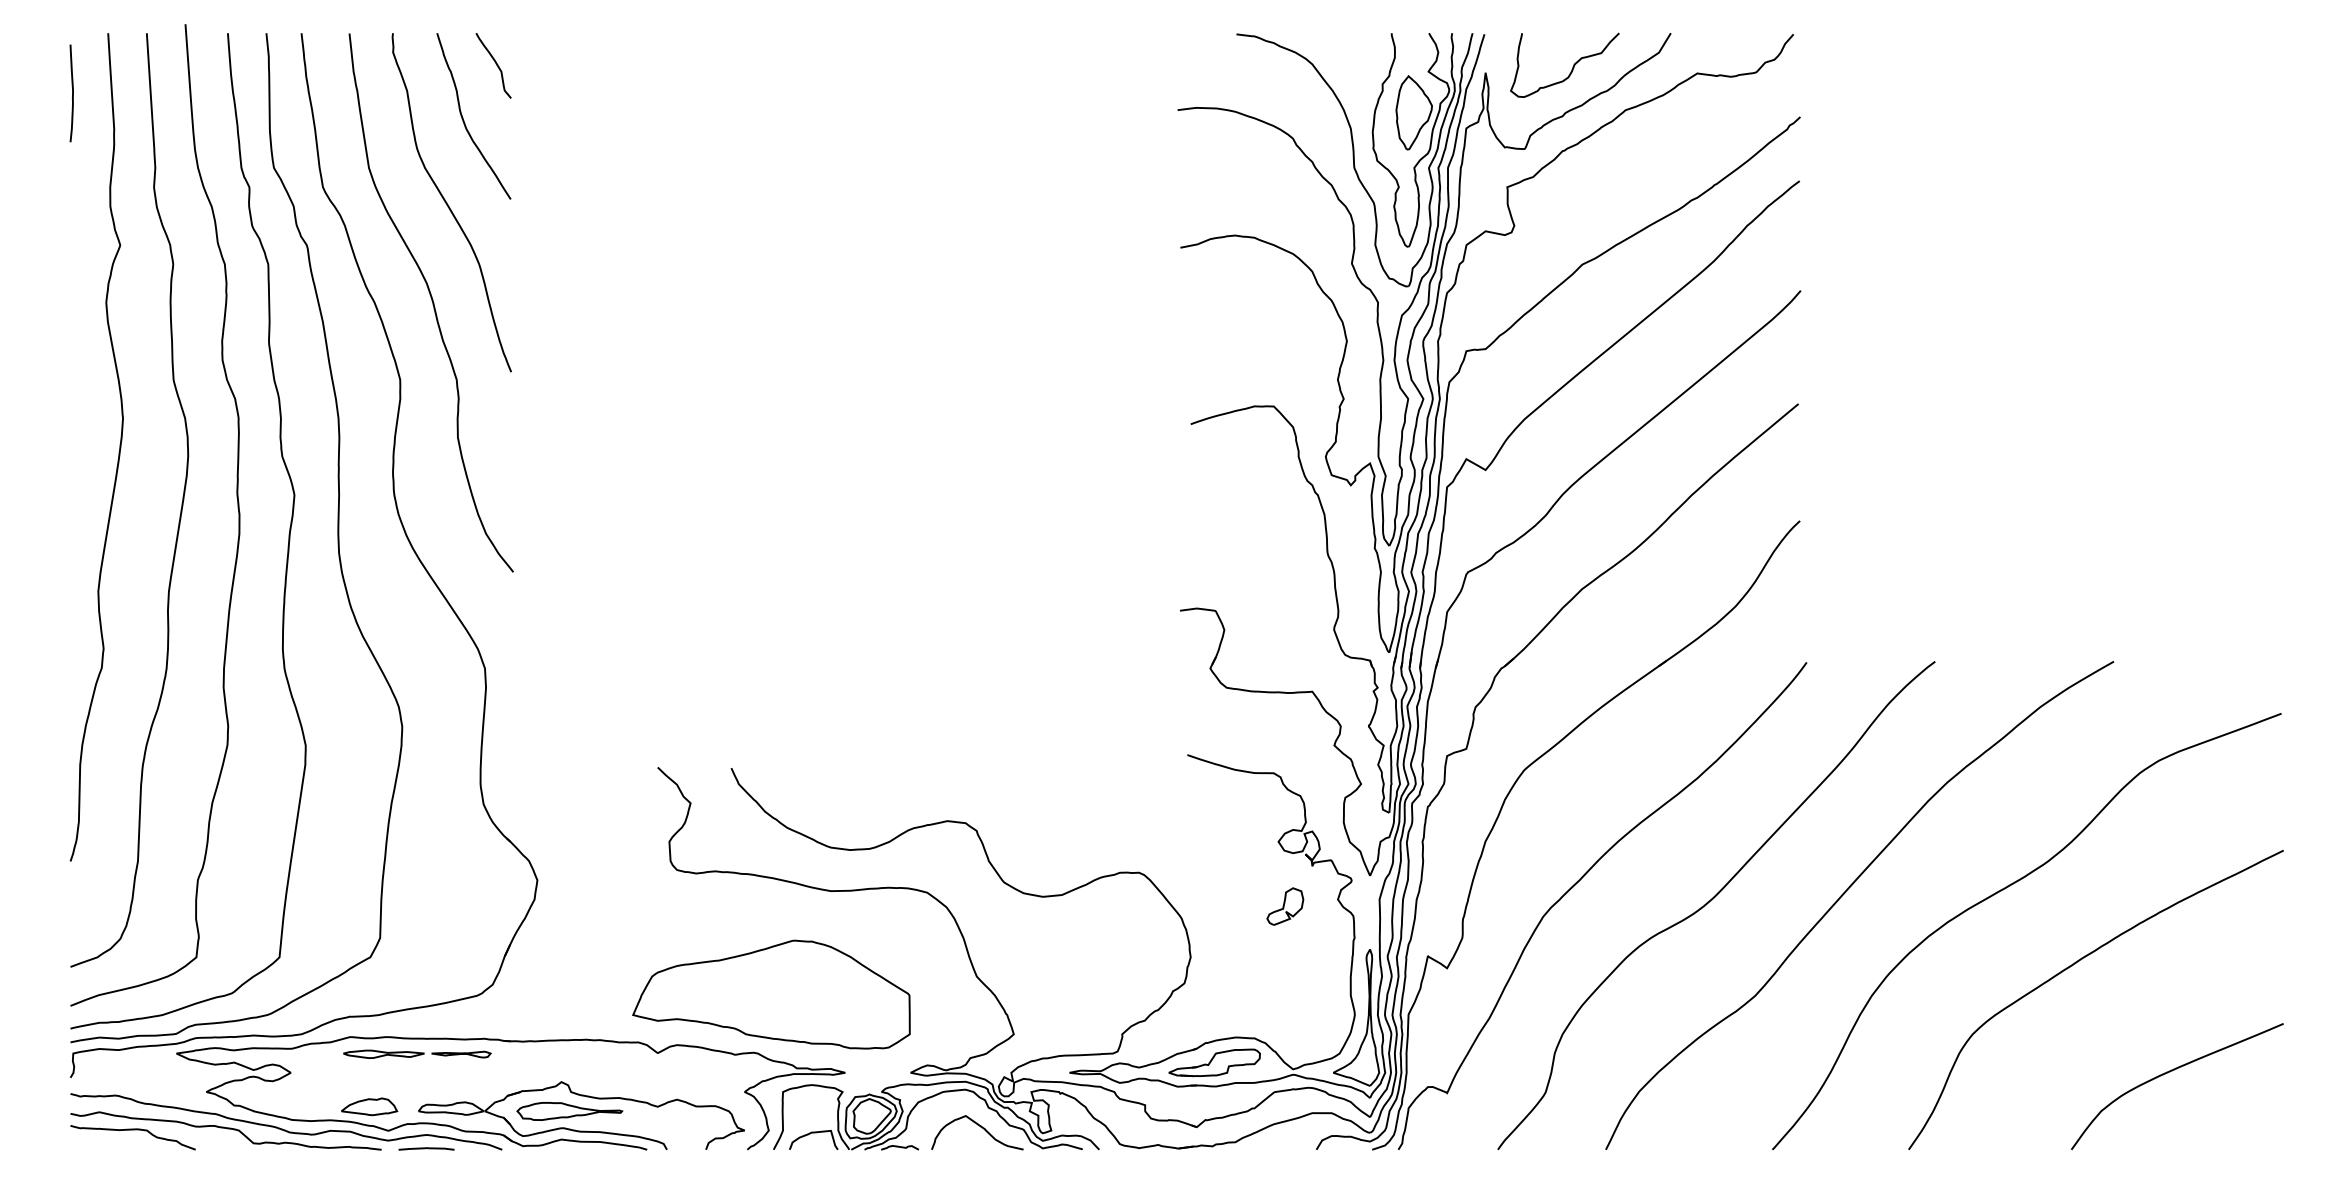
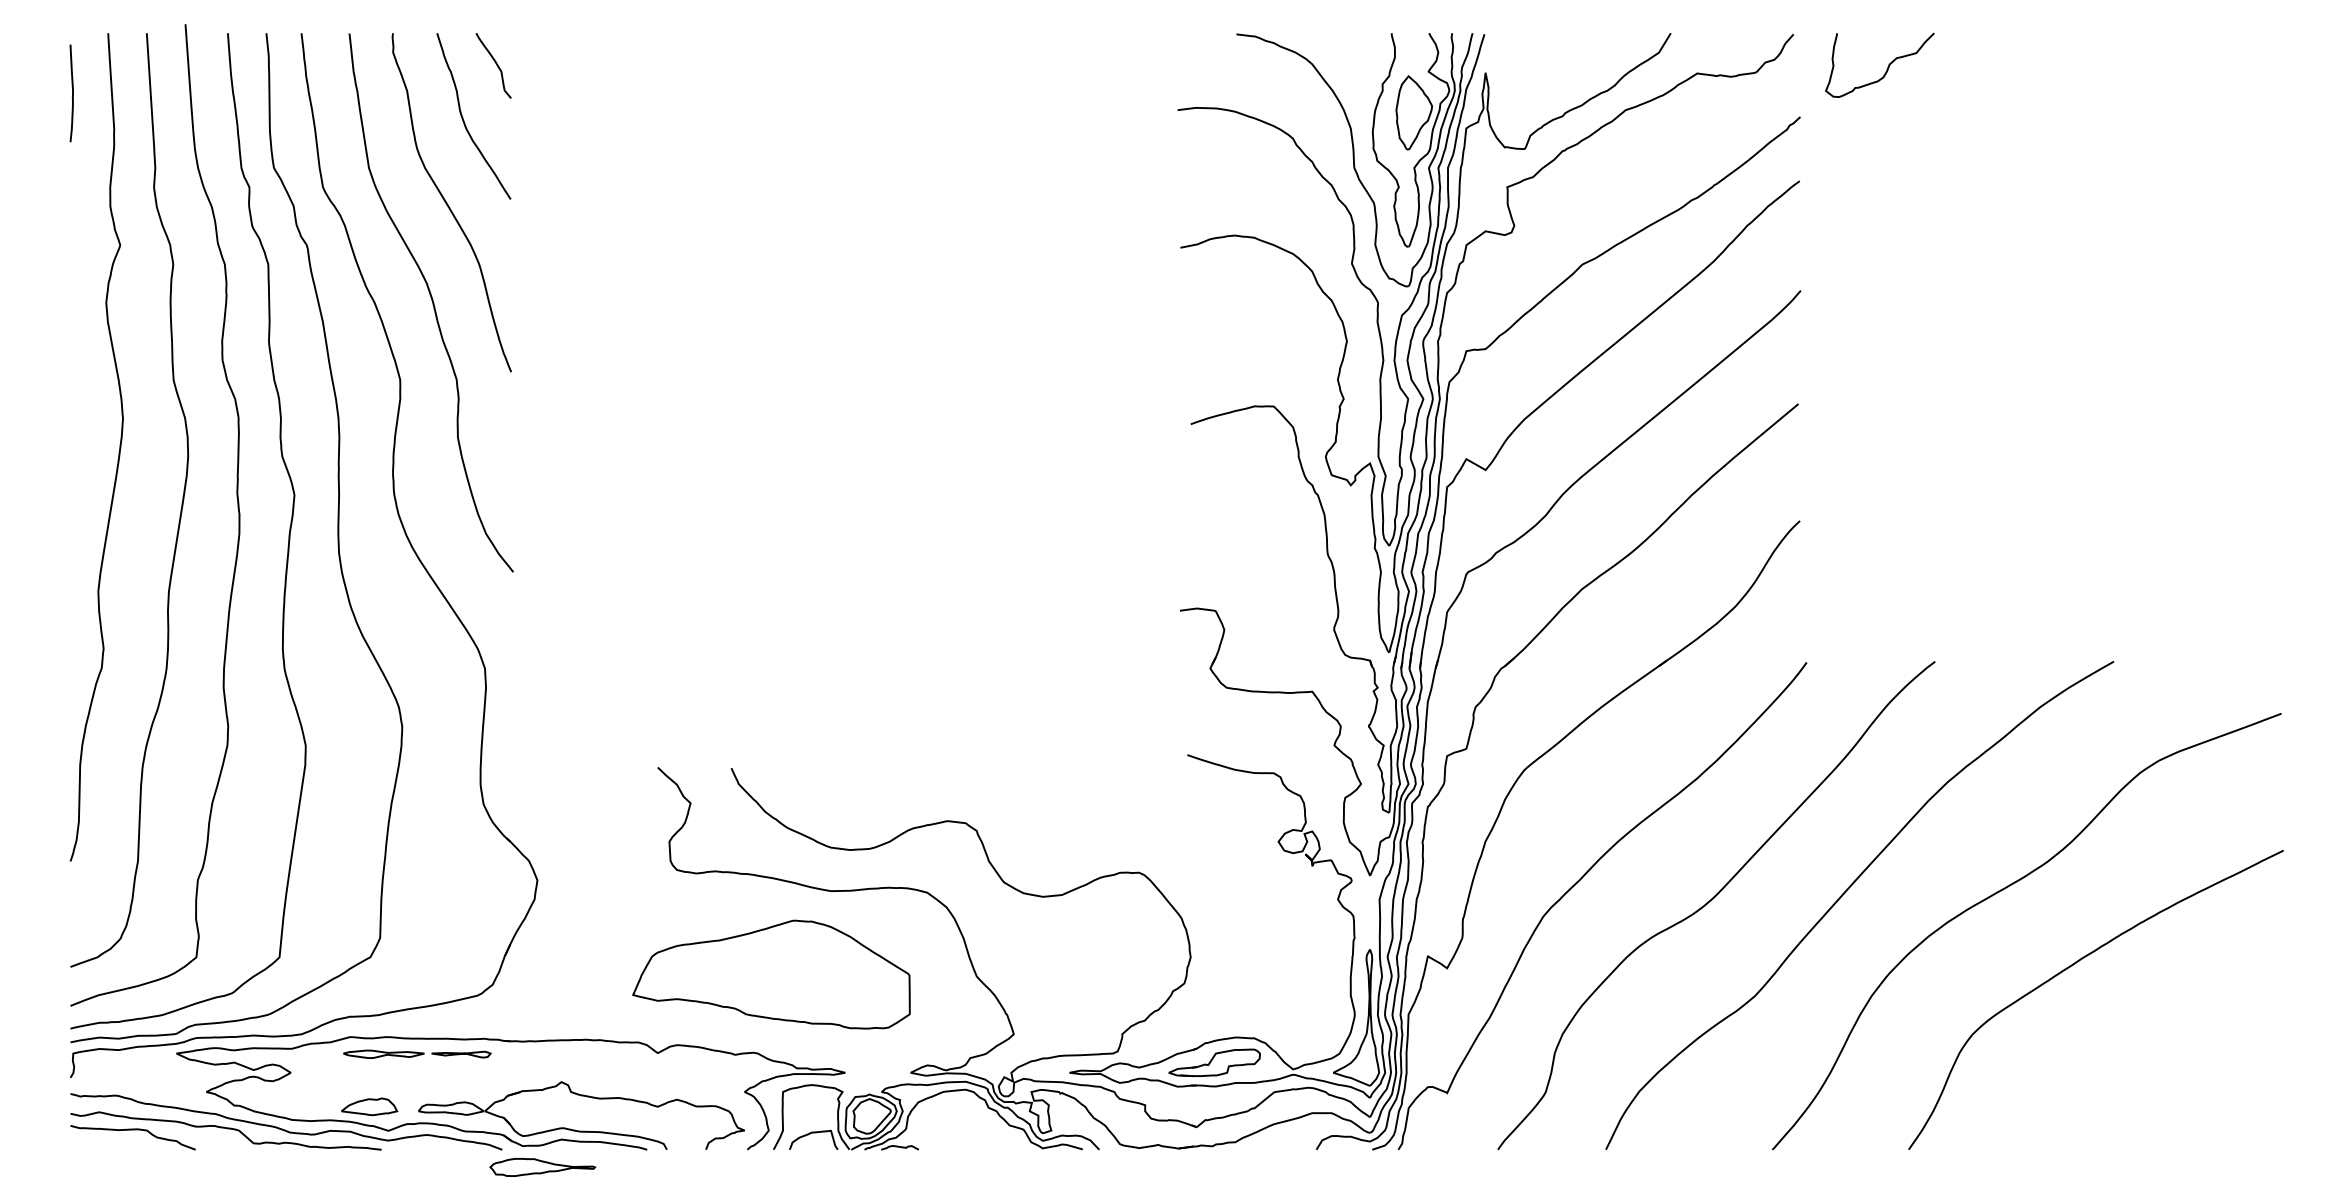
curve at (1572, 66) position: (1572, 66) -> (1887, 66)
part at (1285, 906): present -> none
part at (771, 994) position: (771, 994) -> (771, 974)
curve at (2170, 1072): present -> none
part at (569, 1111) position: (569, 1111) -> (542, 1167)
curve at (980, 1127): present -> none
line at (426, 1148): present -> none
